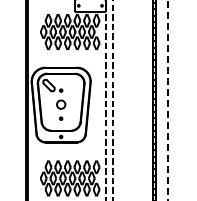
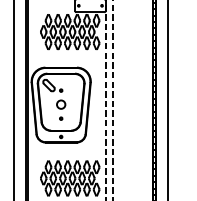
line at (14, 99): none -> present
line at (168, 100): dashed -> solid
